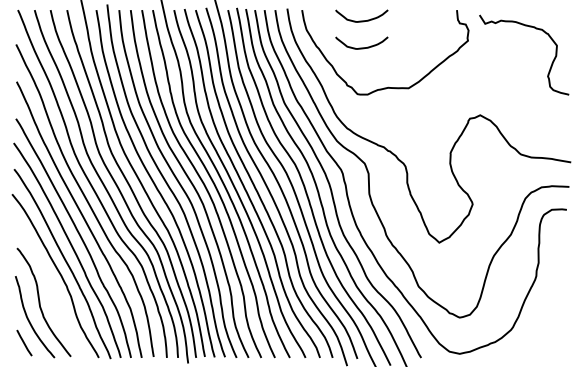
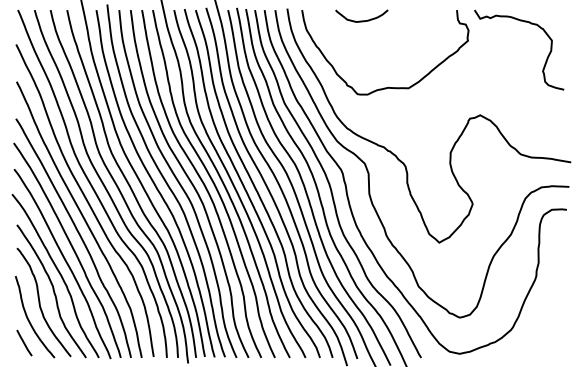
curve at (529, 27) position: (529, 27) -> (524, 22)
curve at (361, 47): present -> none
curve at (52, 290): none -> present
